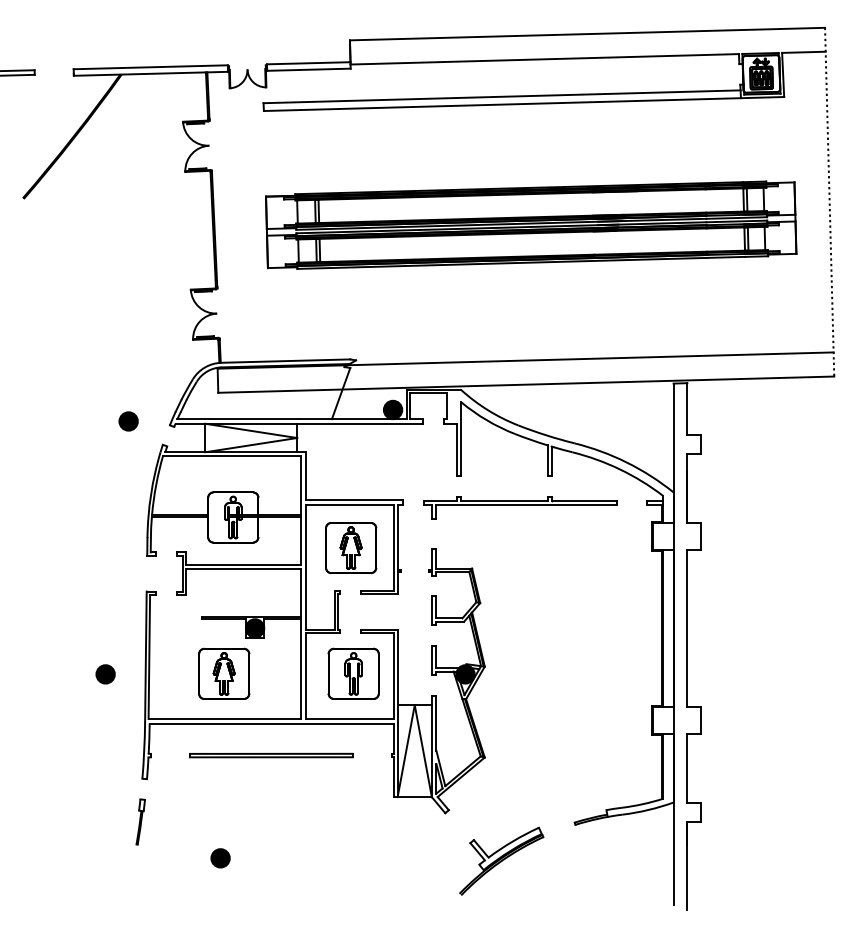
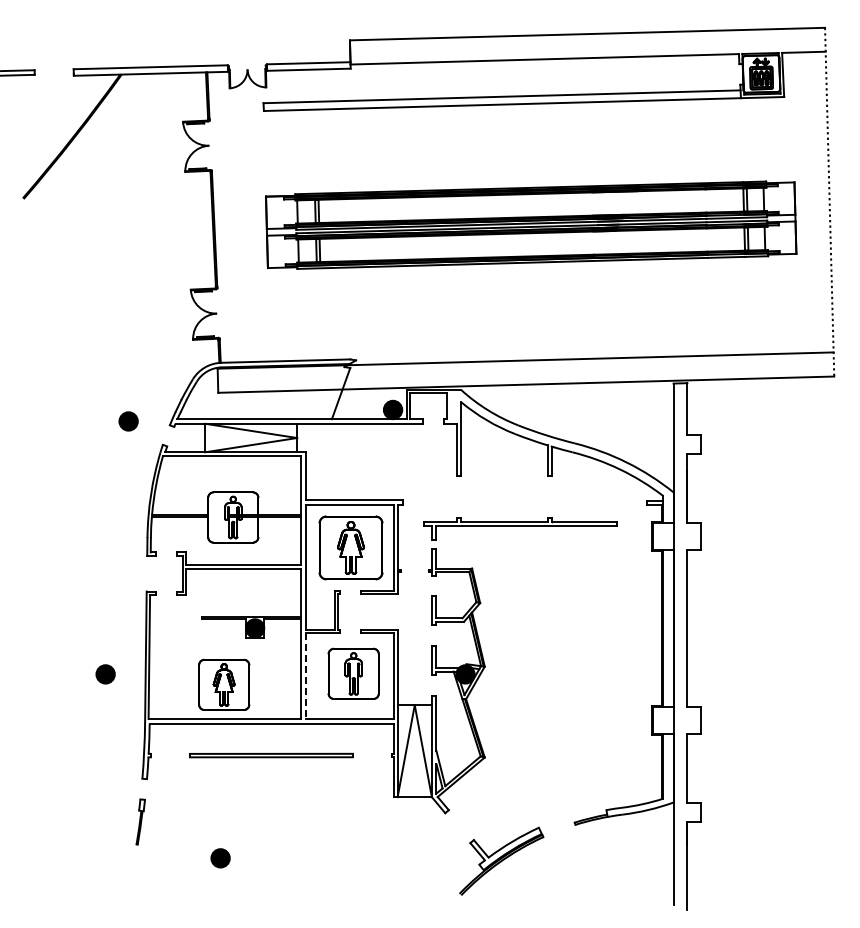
part at (520, 507) position: (520, 507) -> (520, 528)
part at (351, 548) size: 53x53 px -> 66x66 px
part at (224, 673) position: (224, 673) -> (224, 684)
line at (305, 676): solid -> dashed
